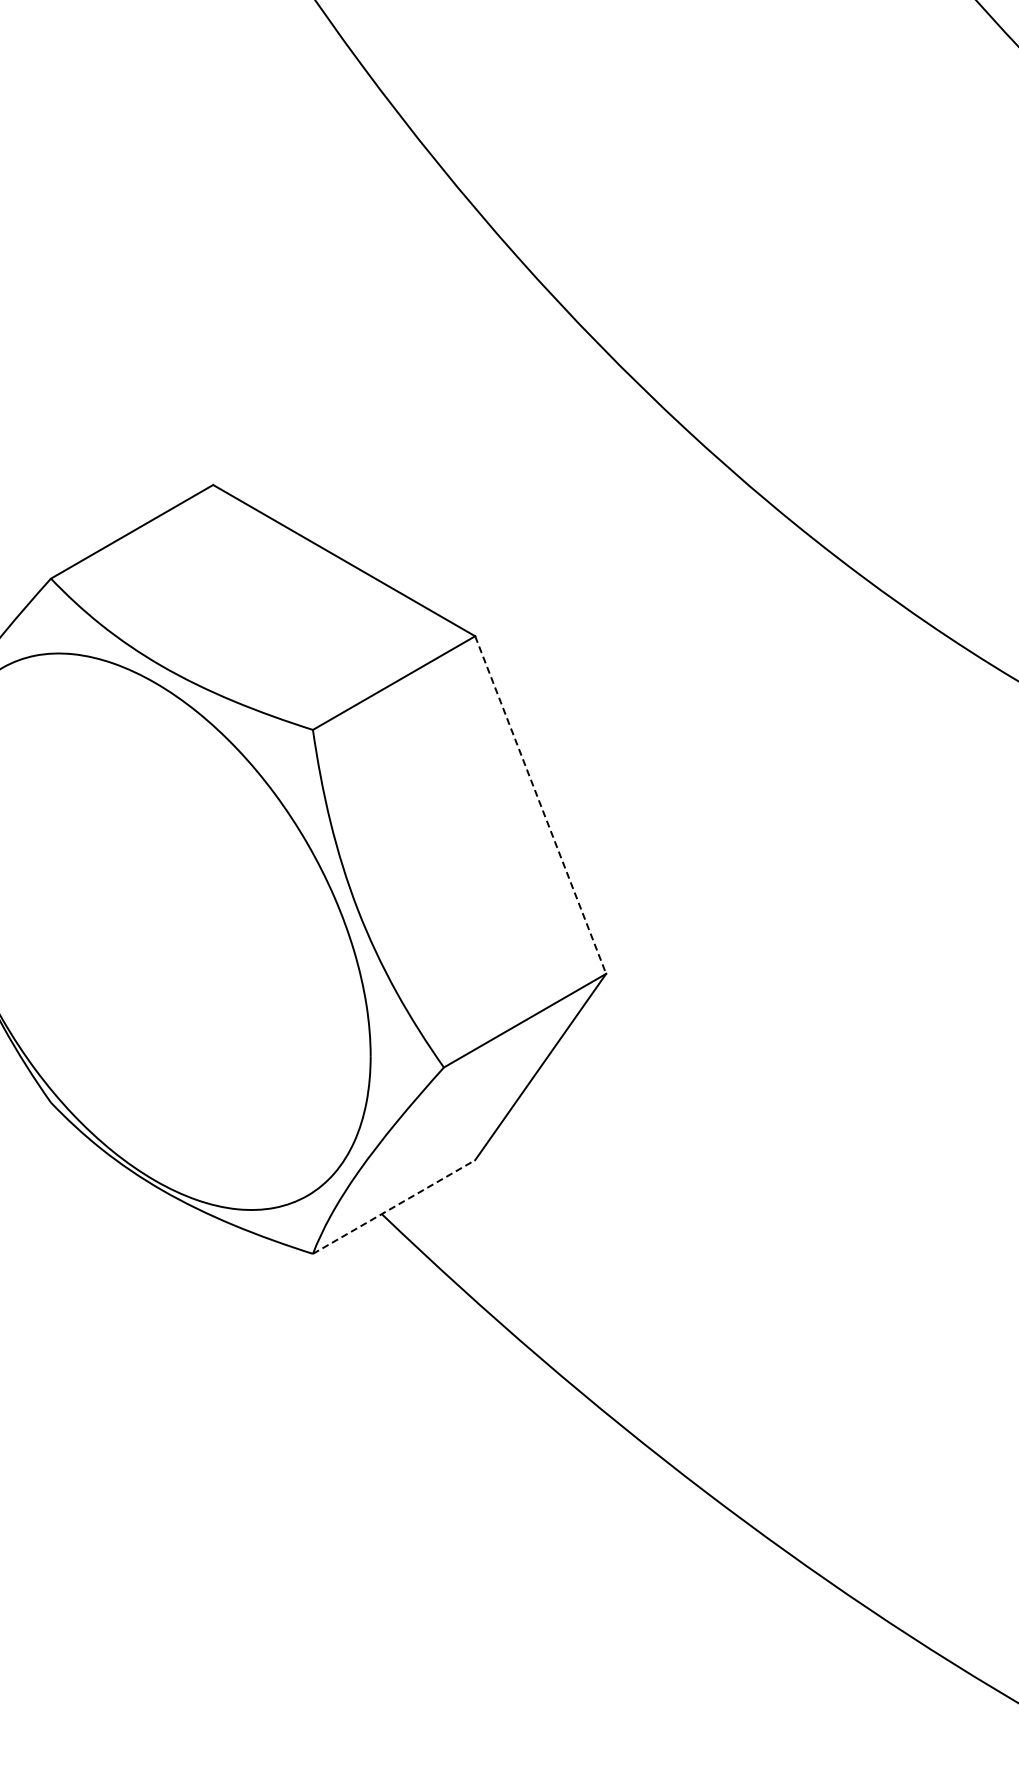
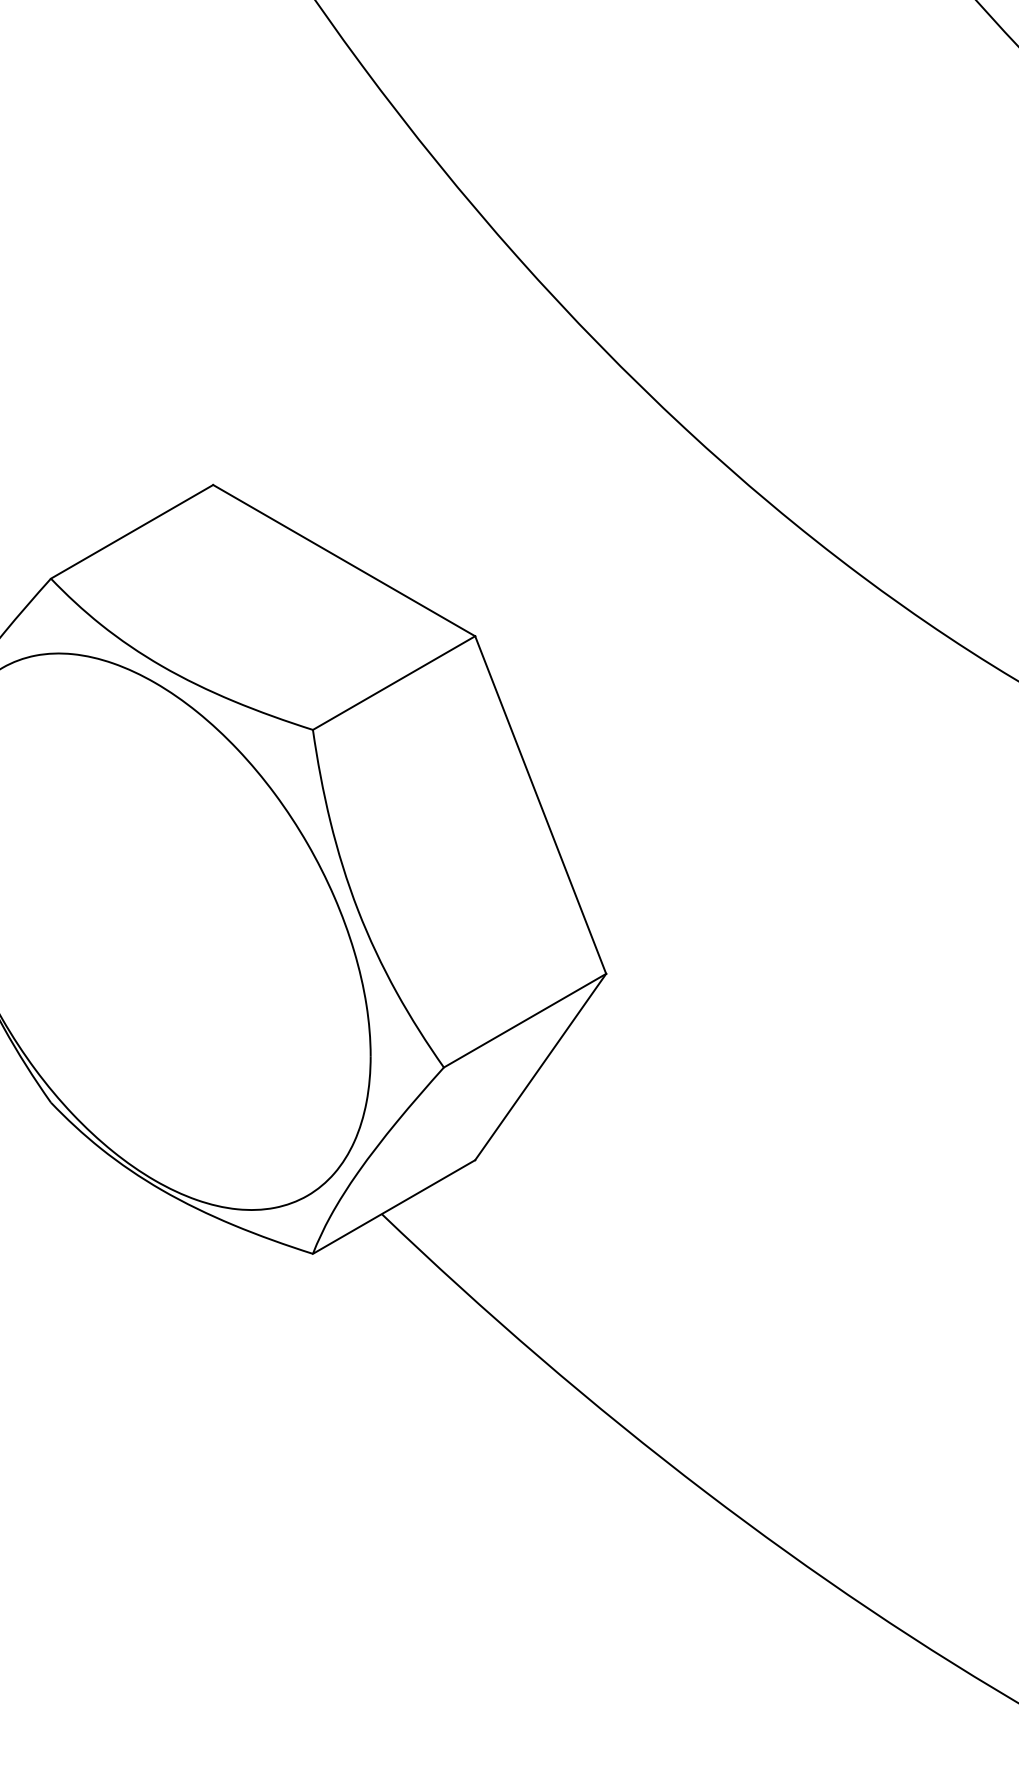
line at (540, 805): dashed -> solid
line at (394, 1207): dashed -> solid
